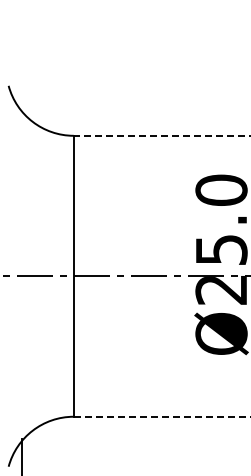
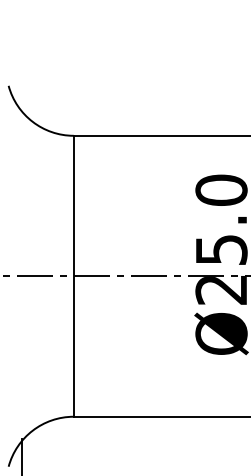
line at (161, 135): dashed -> solid
line at (162, 416): dashed -> solid
